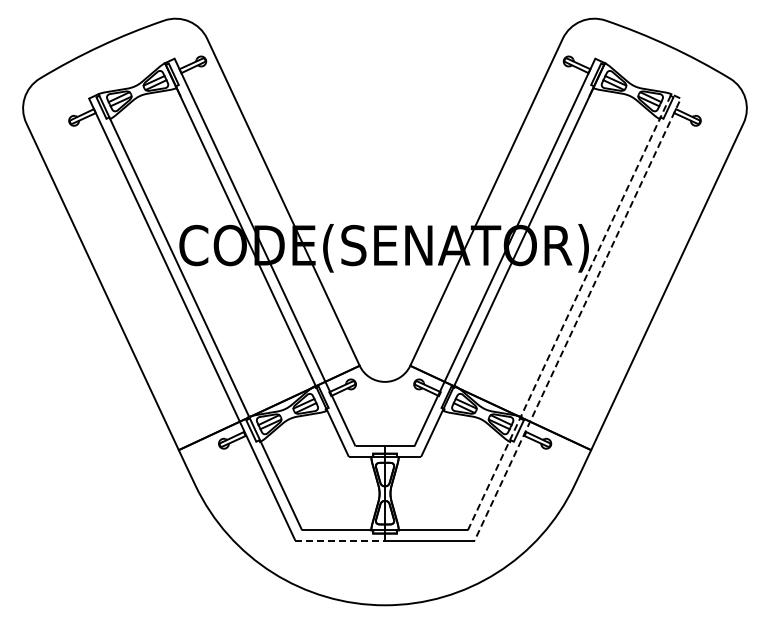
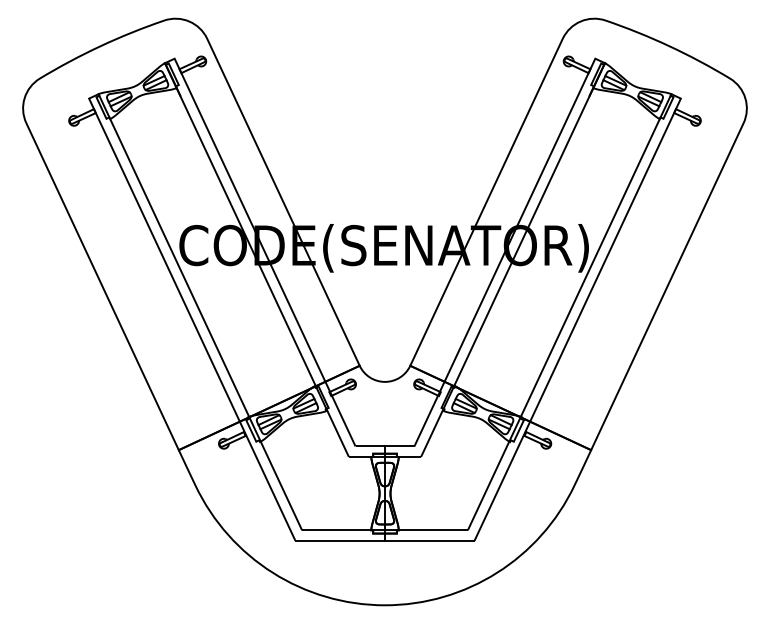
line at (679, 97): dashed -> solid
line at (340, 540): dashed -> solid
